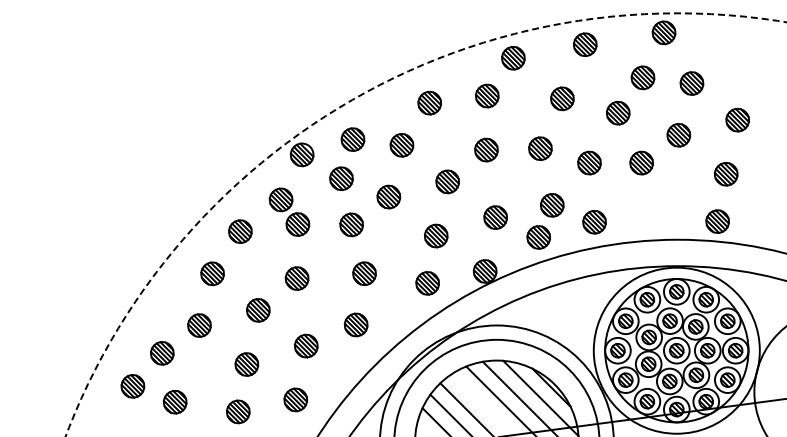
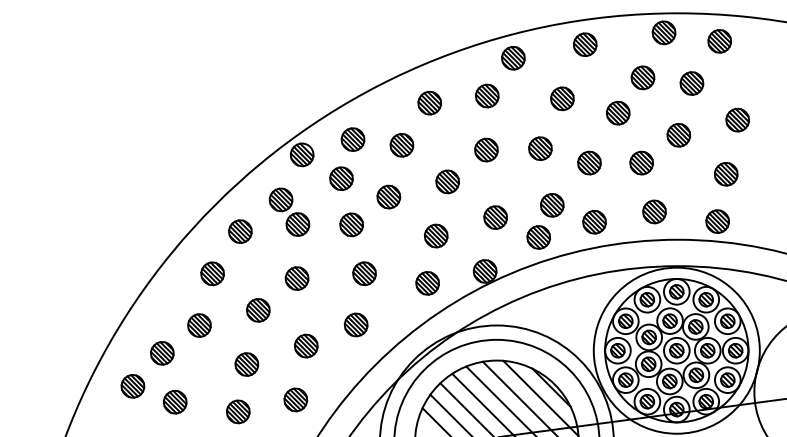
part at (719, 41): none -> present
part at (654, 211): none -> present
circle at (425, 224): dashed -> solid
line at (481, 403): none -> present
